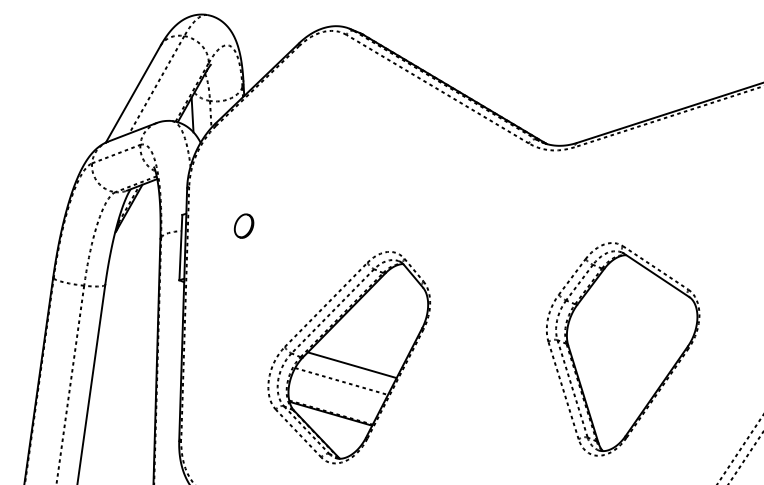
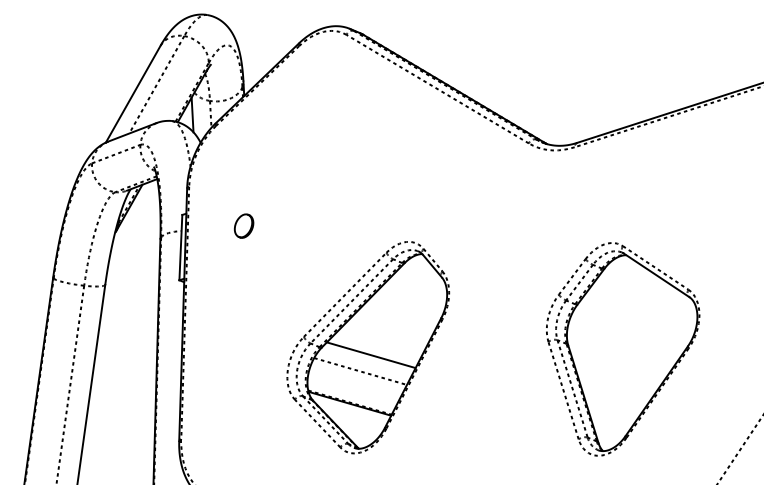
part at (349, 357) position: (349, 357) -> (368, 347)
line at (745, 458): present -> none
